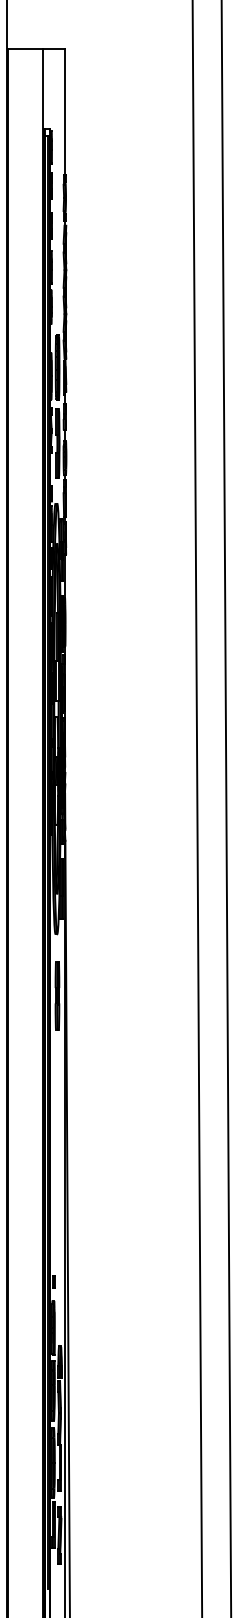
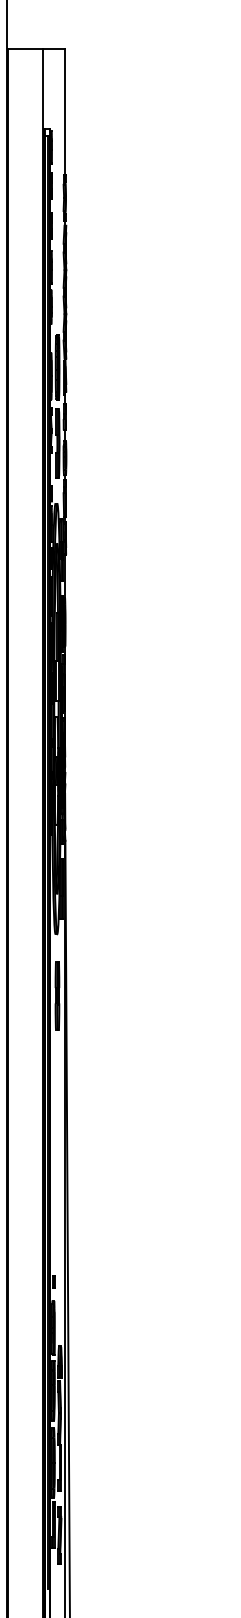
line at (197, 808): present -> none
line at (226, 808): present -> none
